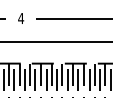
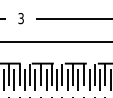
text at (21, 18): 4 -> 3
